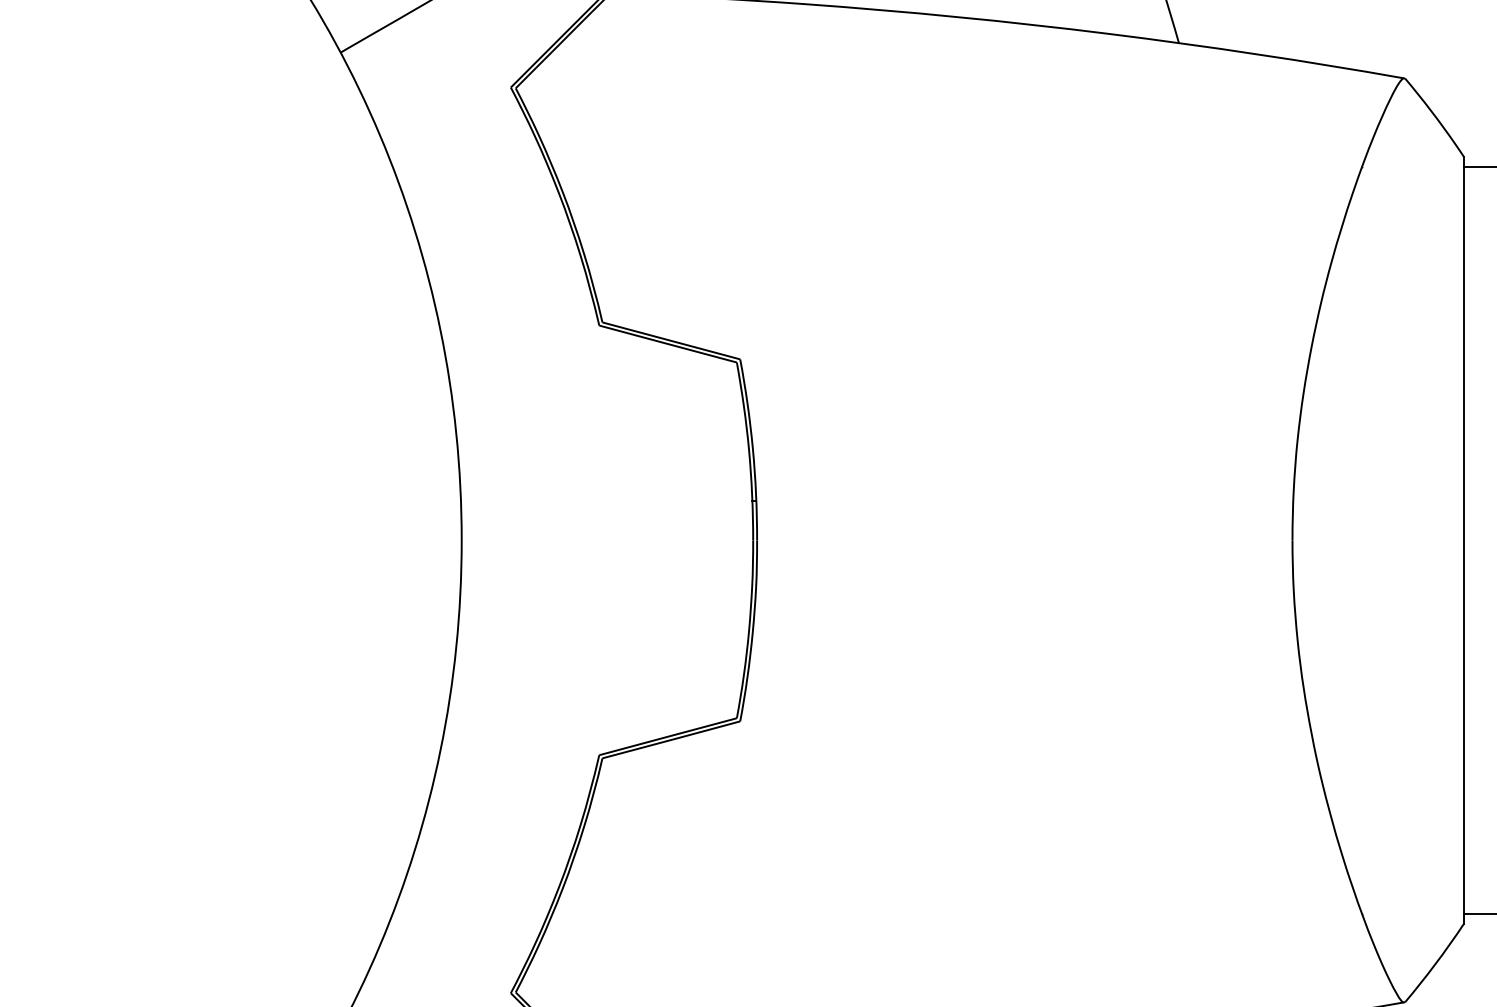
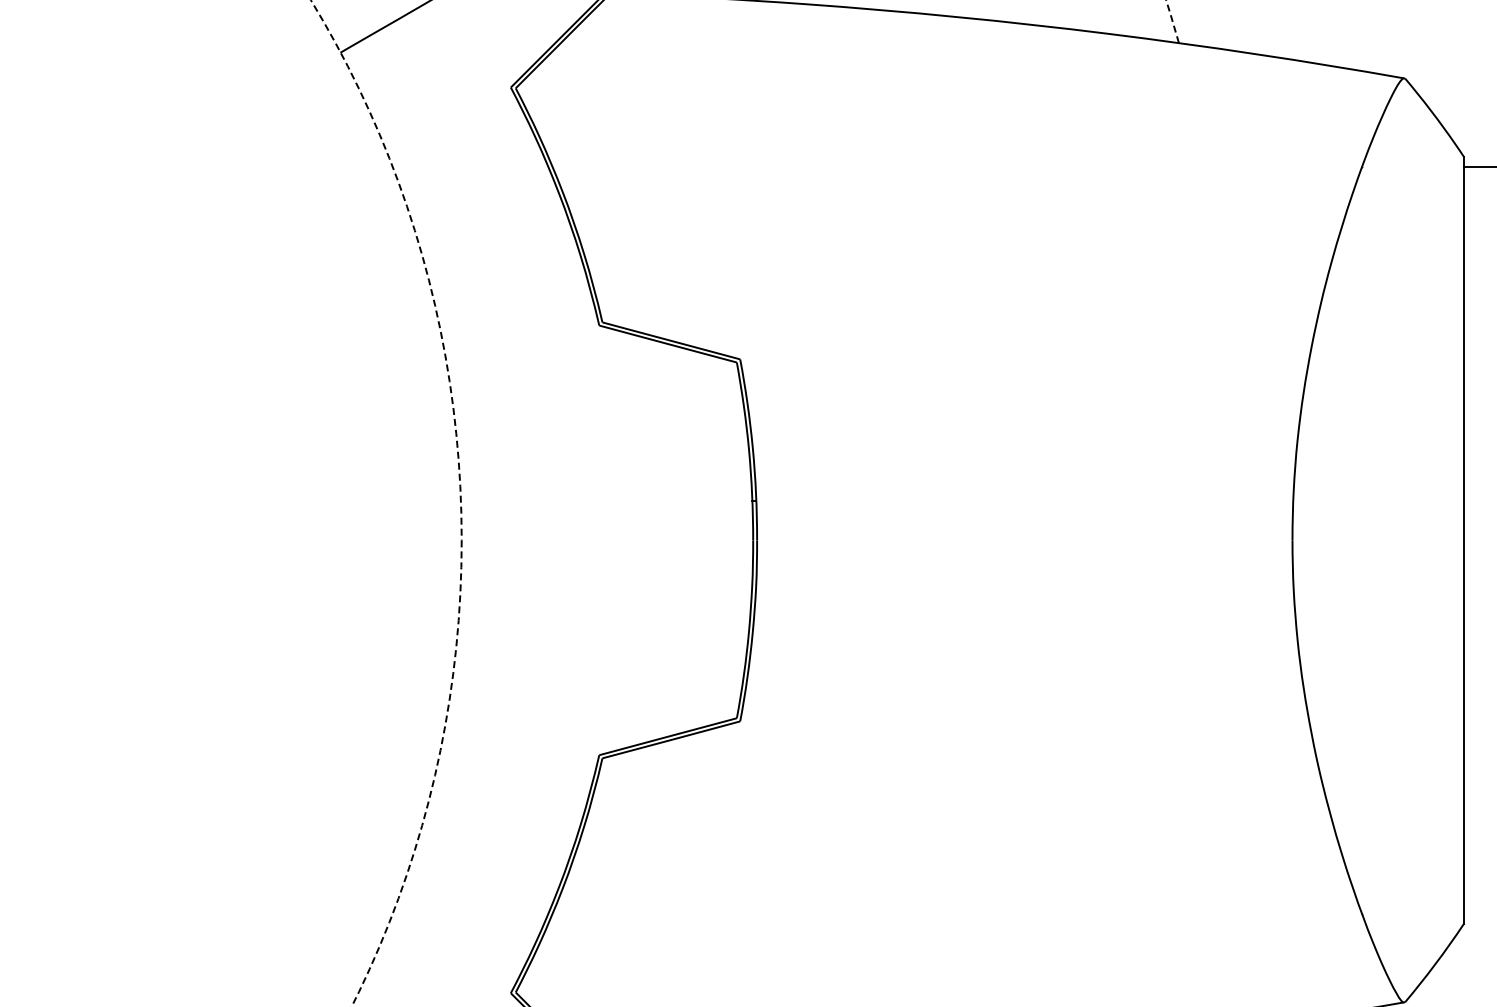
arc at (1172, 21): solid -> dashed
circle at (385, 503): solid -> dashed
line at (1478, 913): present -> none
